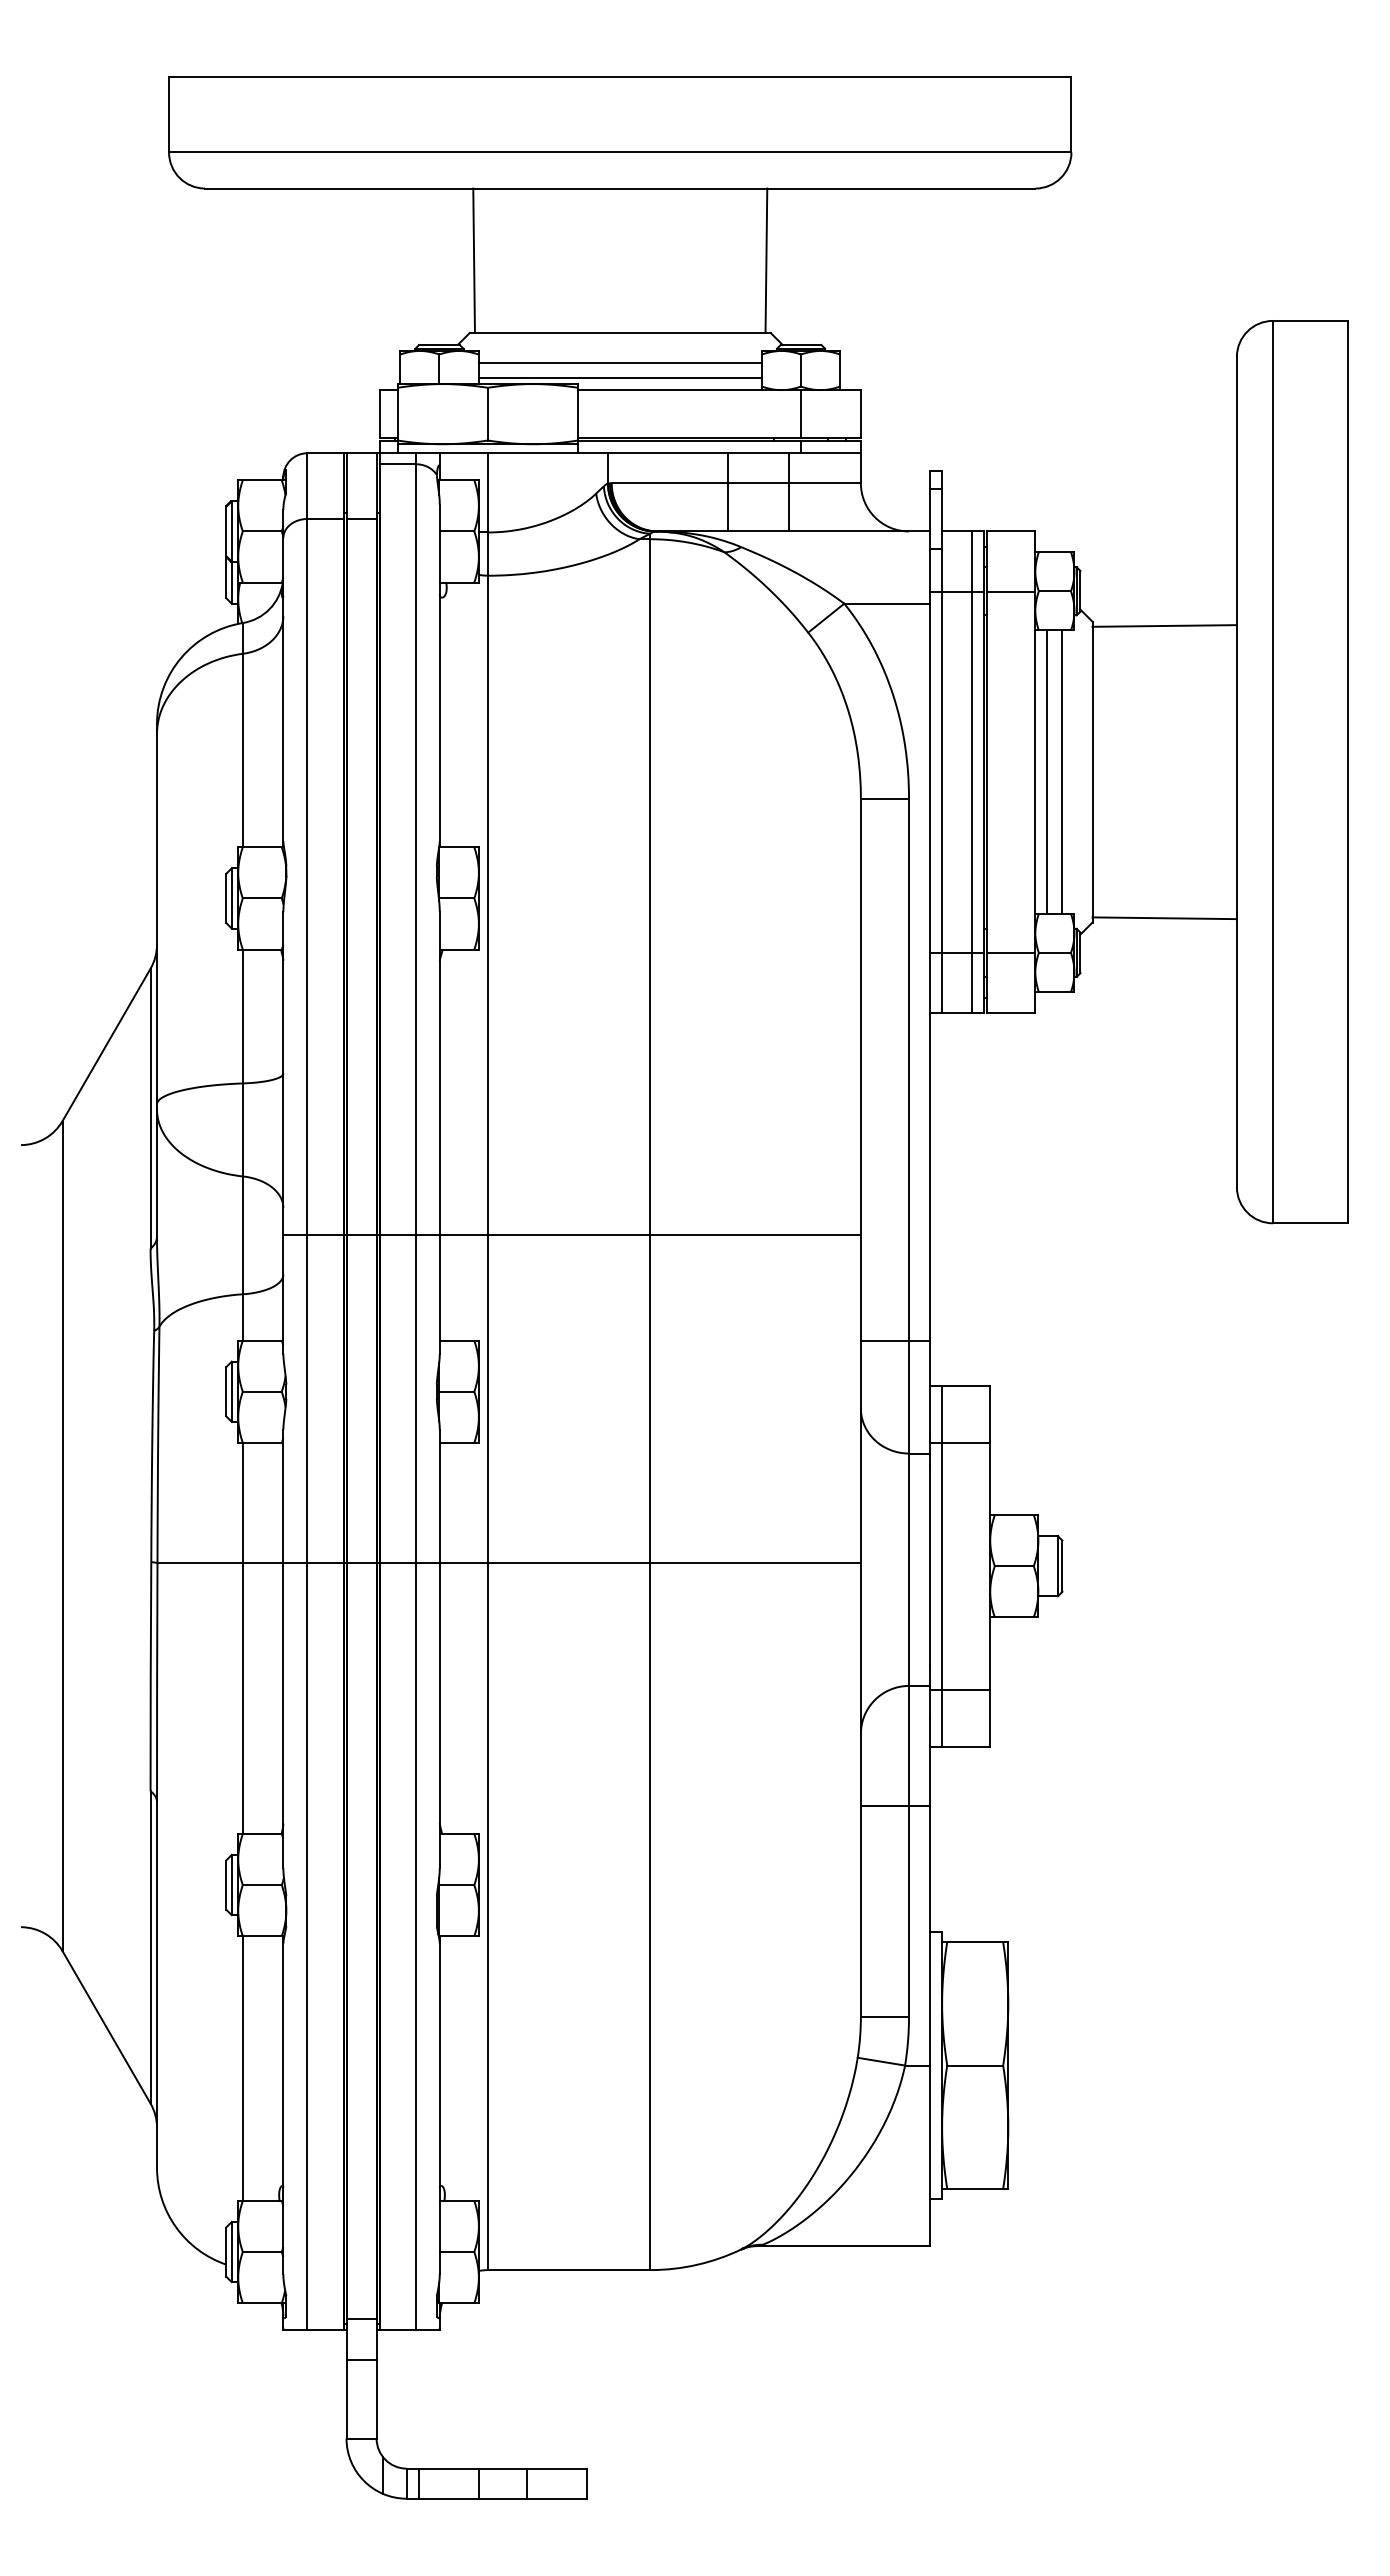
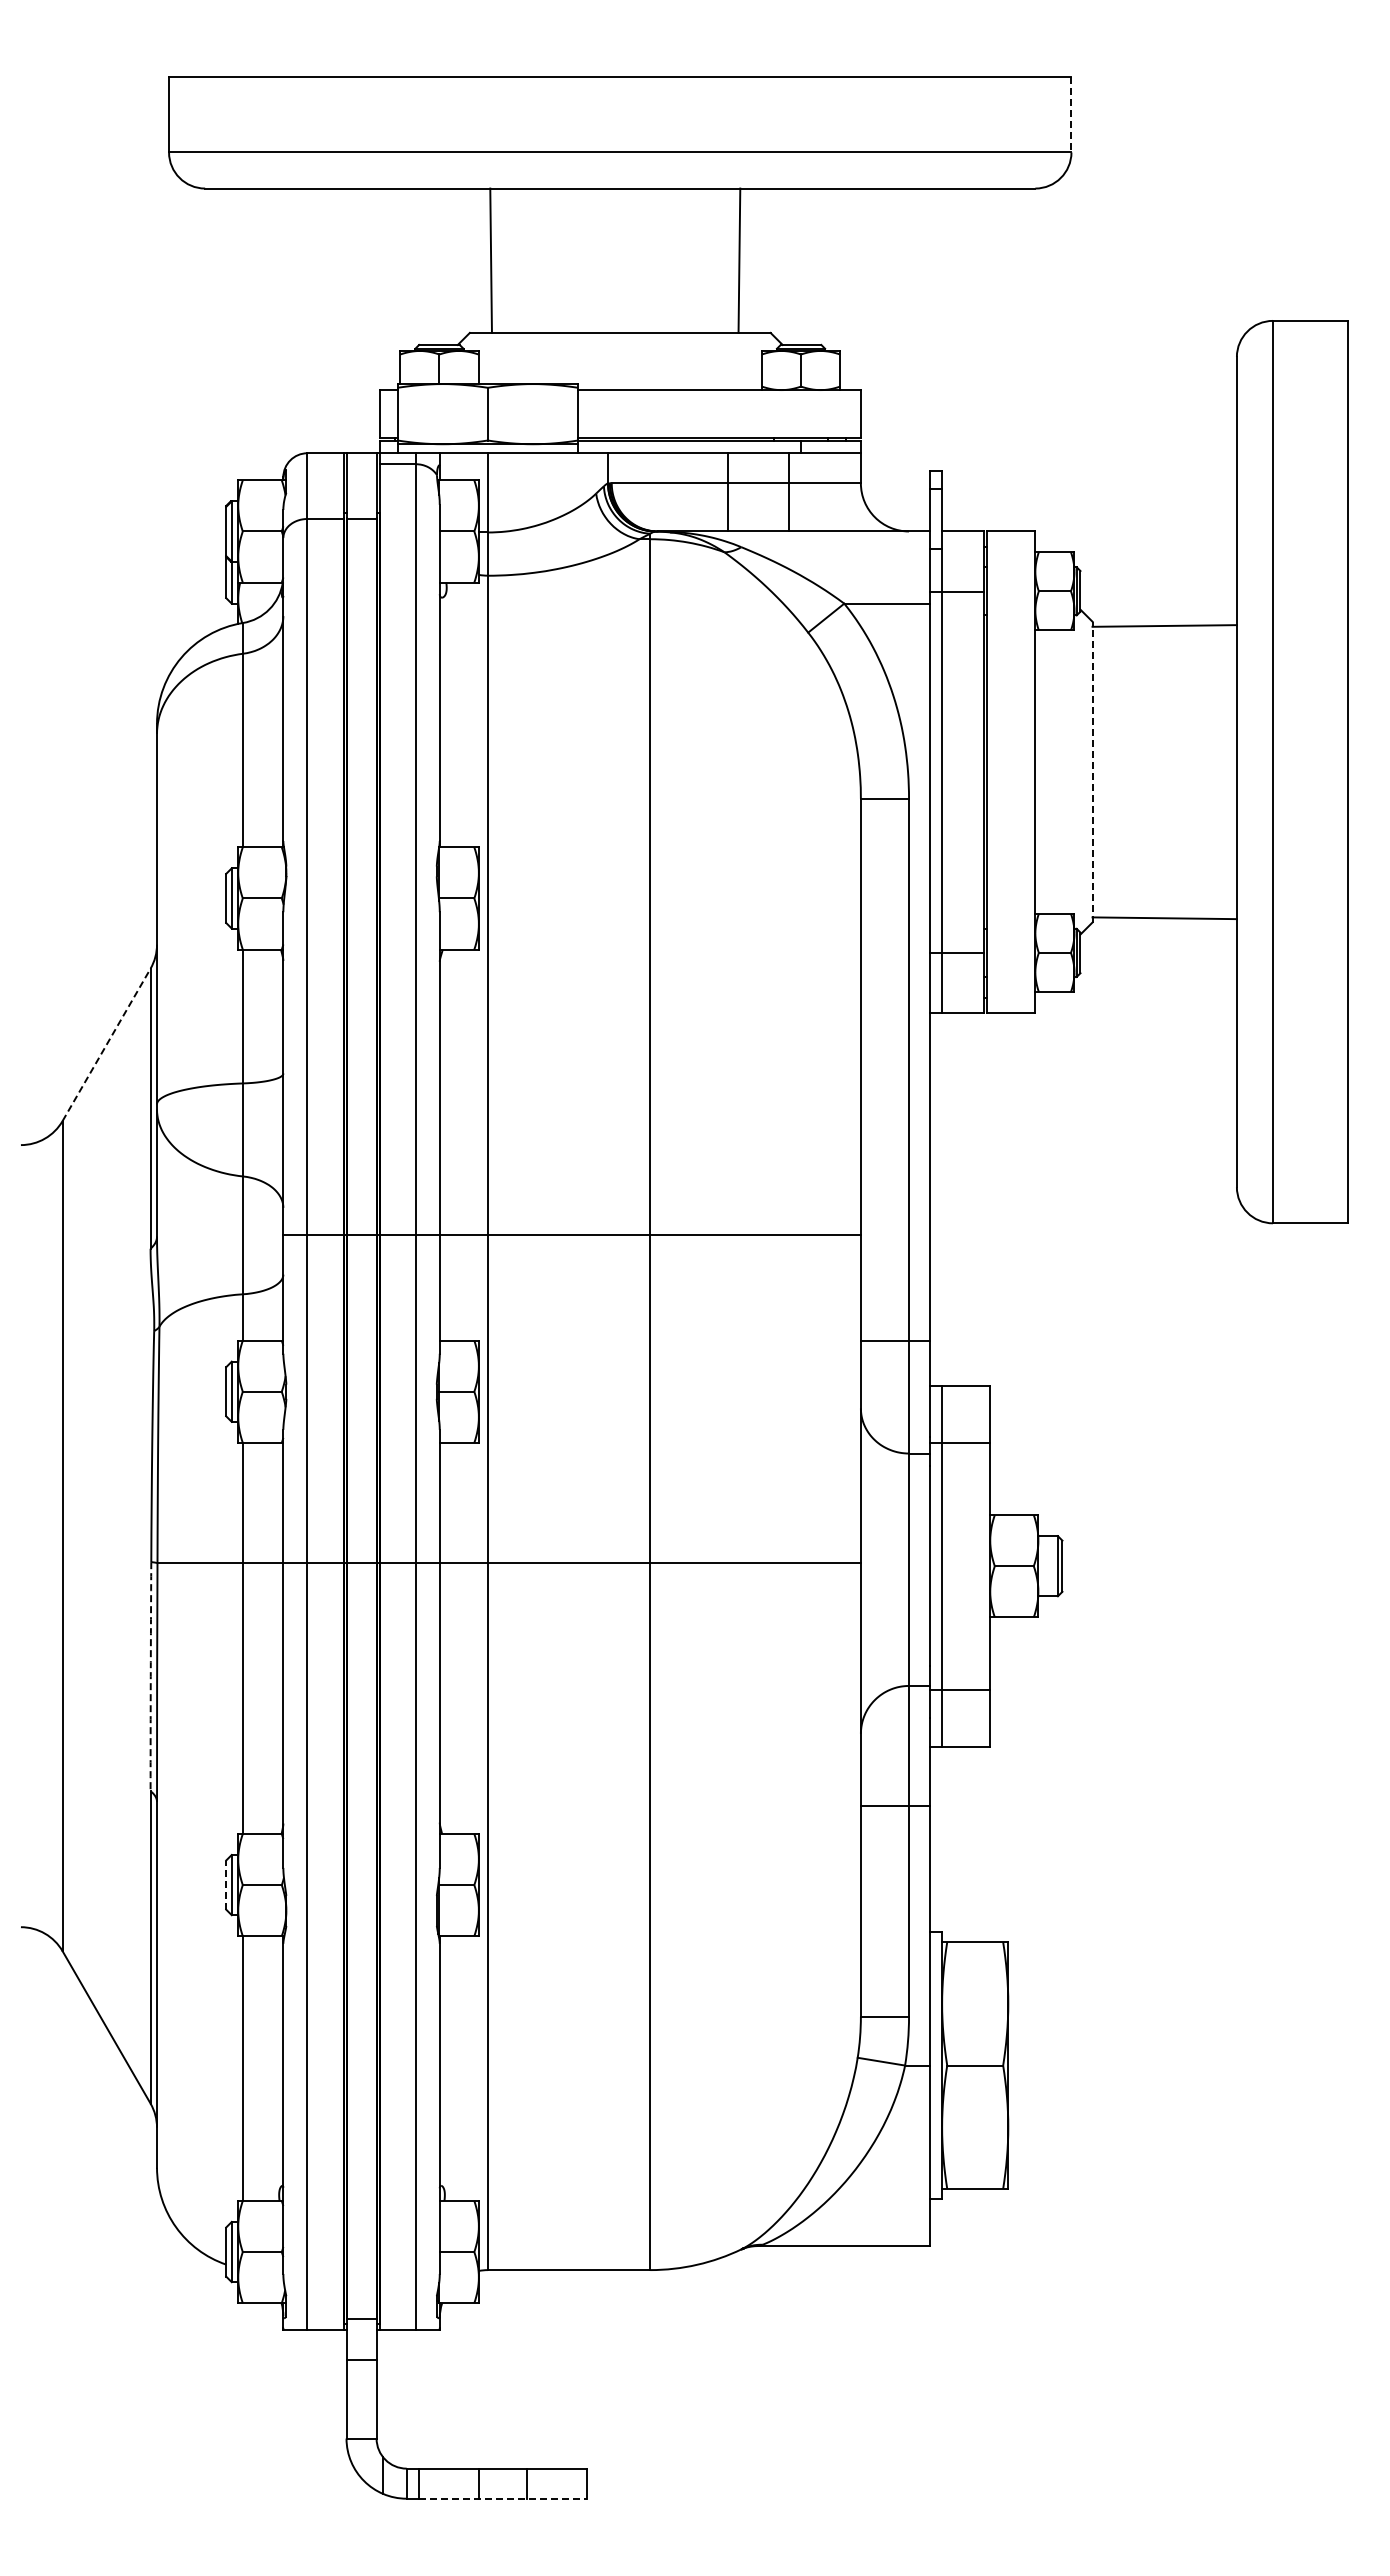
line at (1071, 114): solid -> dashed
line at (473, 260) position: (473, 260) -> (490, 260)
line at (766, 260) position: (766, 260) -> (739, 260)
line at (619, 363): present -> none
line at (619, 378): present -> none
line at (800, 414): present -> none
line at (1011, 591): present -> none
line at (972, 771): present -> none
line at (1047, 771): present -> none
line at (1062, 771): present -> none
line at (1092, 771): solid -> dashed
line at (1011, 952): present -> none
line at (106, 1044): solid -> dashed
arc at (150, 1676): solid -> dashed
line at (226, 1885): solid -> dashed
line at (503, 2498): solid -> dashed
